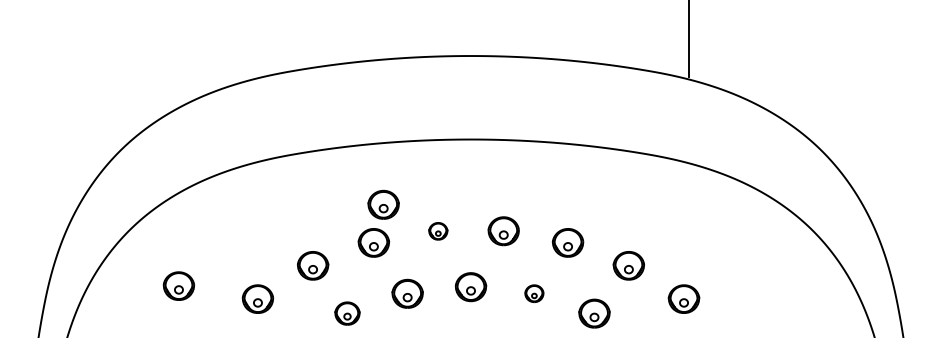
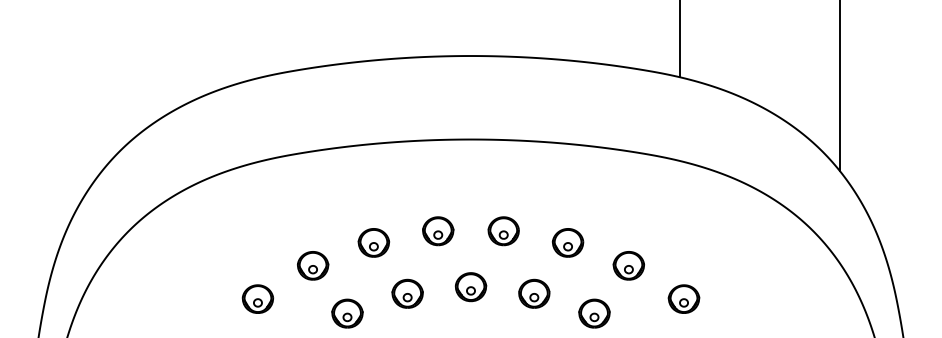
line at (689, 39) position: (689, 39) -> (680, 39)
line at (839, 86): none -> present
part at (383, 204): present -> none
part at (438, 231) size: 21x19 px -> 33x31 px
part at (178, 285): present -> none
part at (534, 293) size: 21x19 px -> 33x31 px
part at (347, 313) size: 27x25 px -> 33x31 px
